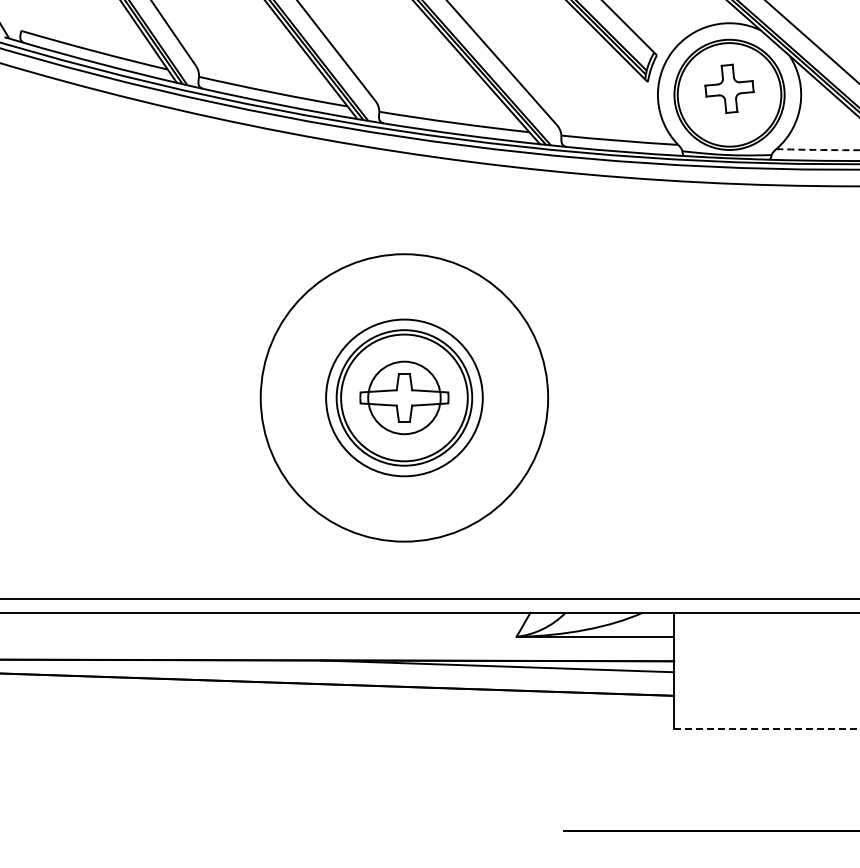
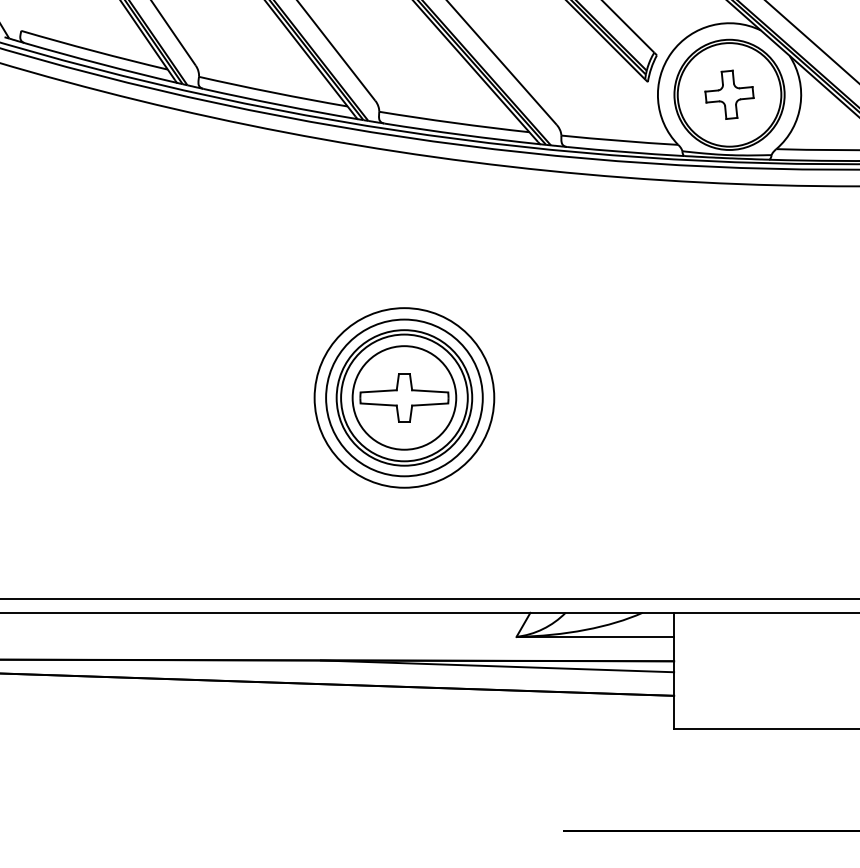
part at (729, 88) position: (729, 88) -> (729, 94)
arc at (818, 149): dashed -> solid
circle at (404, 397) diameter: 287 px -> 180 px
circle at (404, 397) diameter: 73 px -> 104 px
line at (766, 729): dashed -> solid
